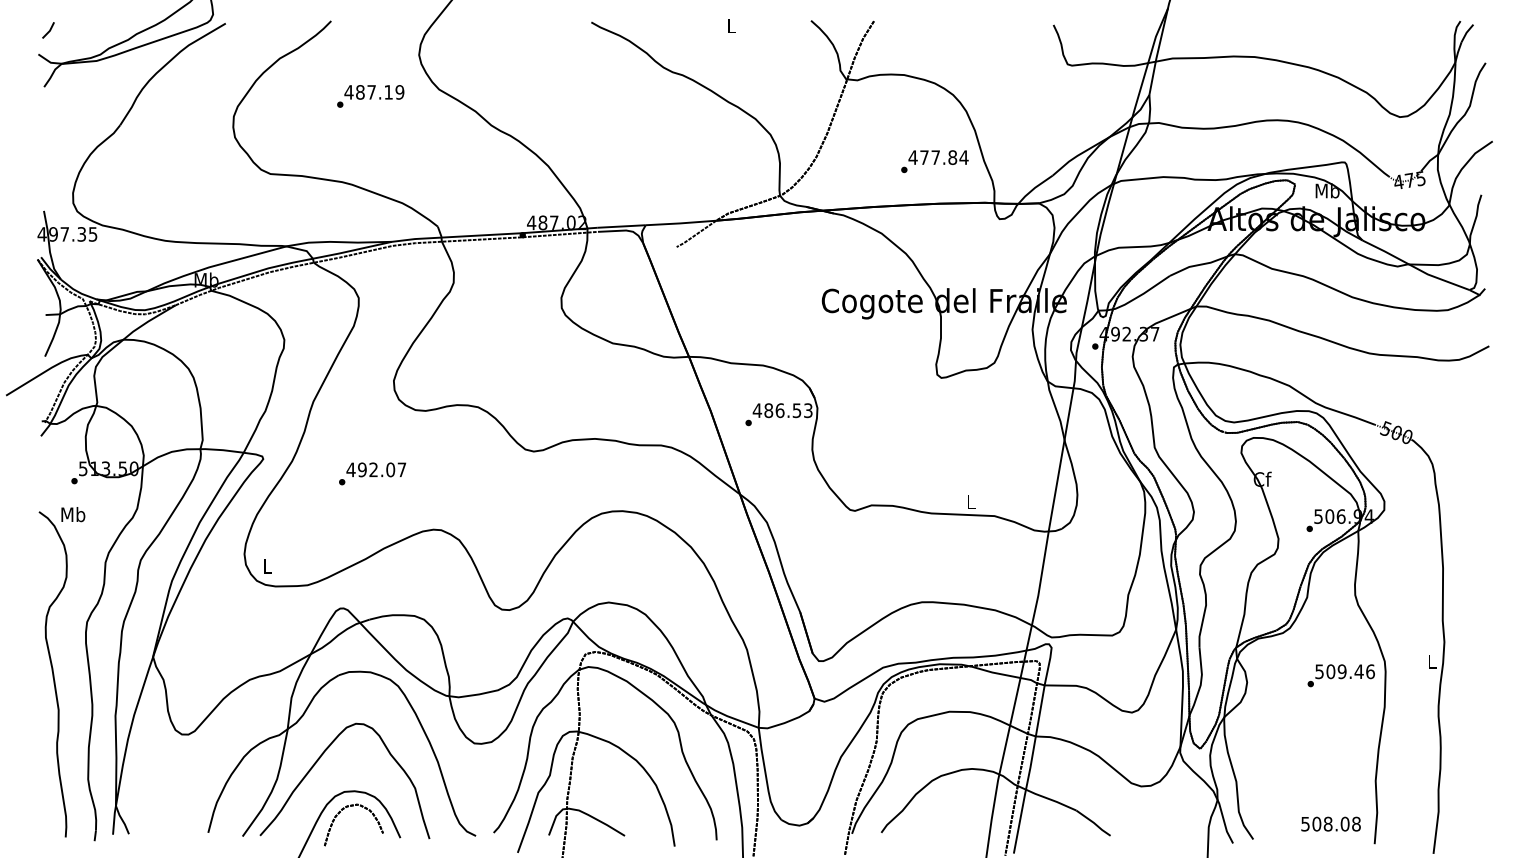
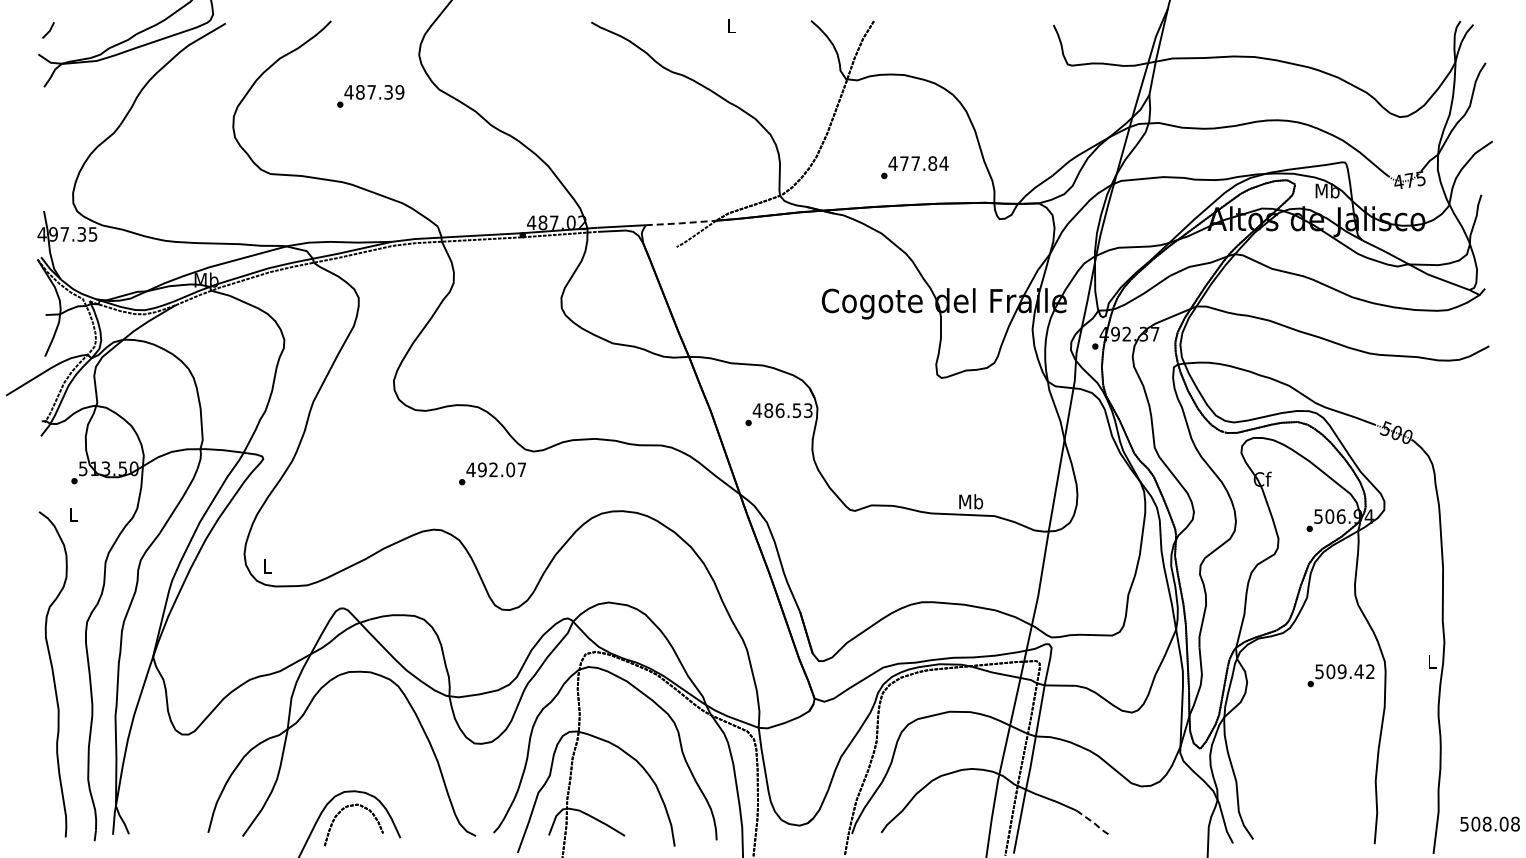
text at (388, 92): 487.19 -> 487.39
text at (934, 161) position: (934, 161) -> (914, 167)
line at (680, 223): solid -> dashed
text at (372, 473) position: (372, 473) -> (492, 473)
text at (971, 501): L -> Mb
text at (73, 514): Mb -> L
text at (1370, 671): 509.46 -> 509.42
curve at (317, 762): present -> none
line at (1093, 822): solid -> dashed
text at (1330, 823) position: (1330, 823) -> (1489, 823)
